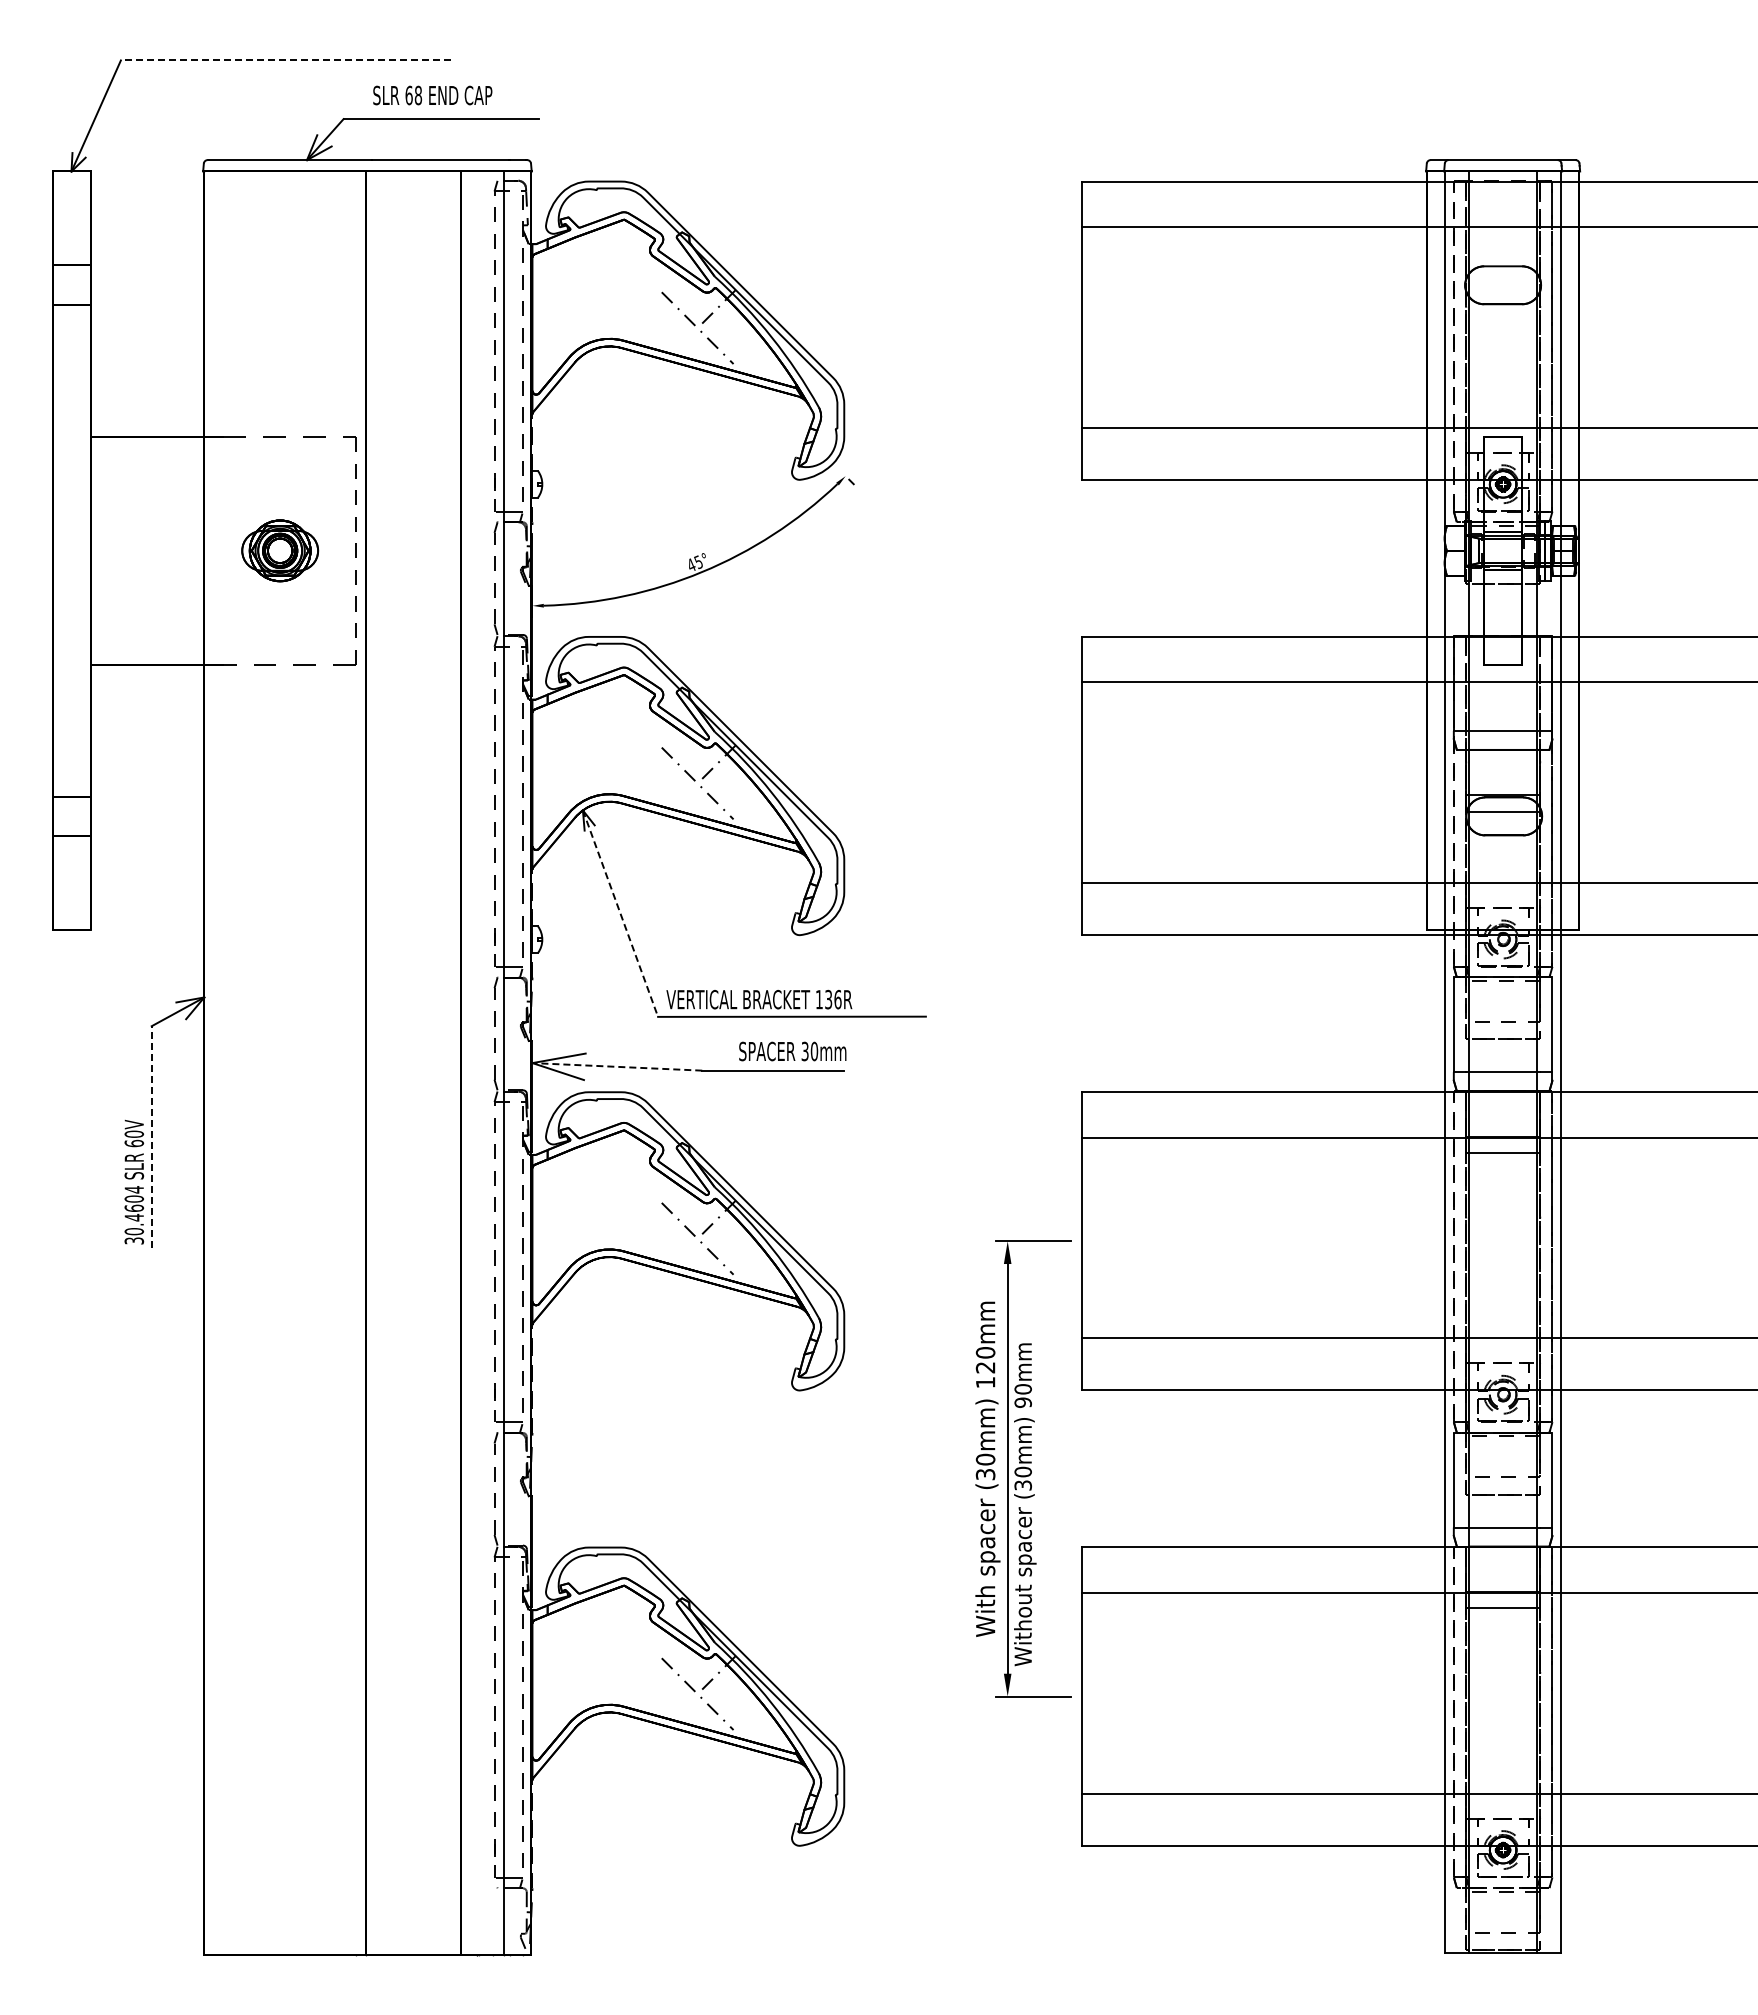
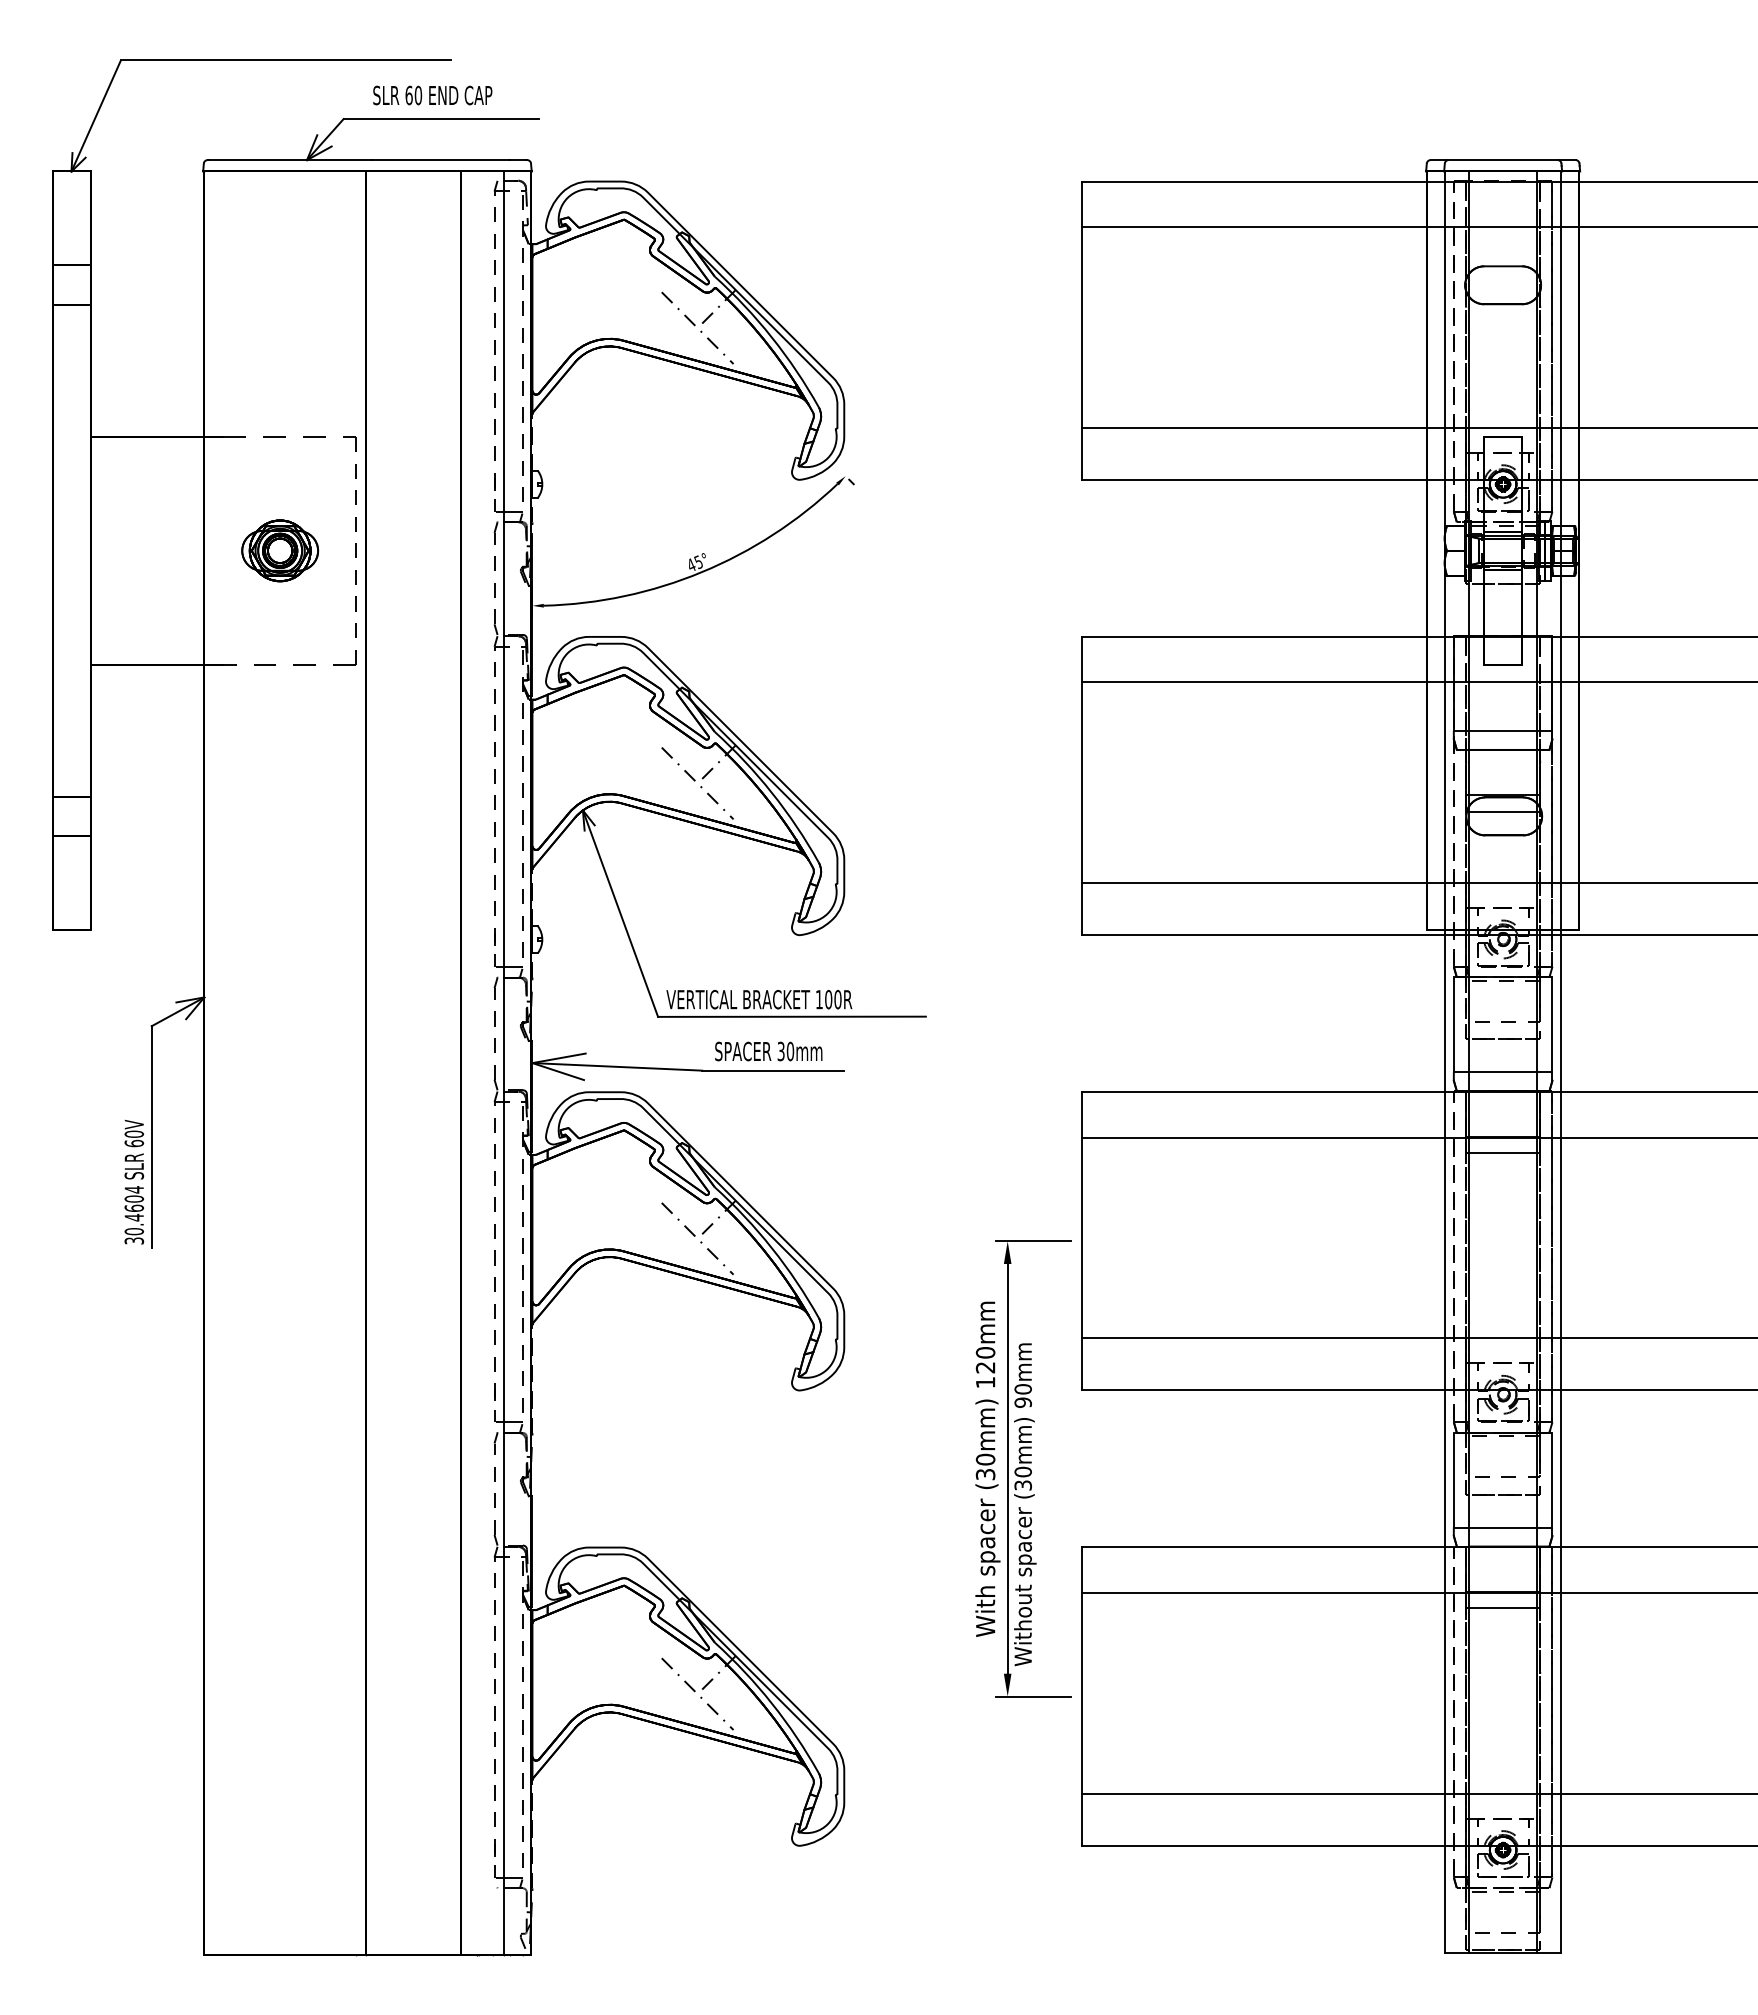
line at (285, 60): dashed -> solid
text at (418, 95): 68 -> 60
line at (620, 913): dashed -> solid
text at (833, 999): 136R -> 100R
text at (792, 1051) position: (792, 1051) -> (768, 1051)
line at (617, 1066): dashed -> solid
line at (151, 1136): dashed -> solid
